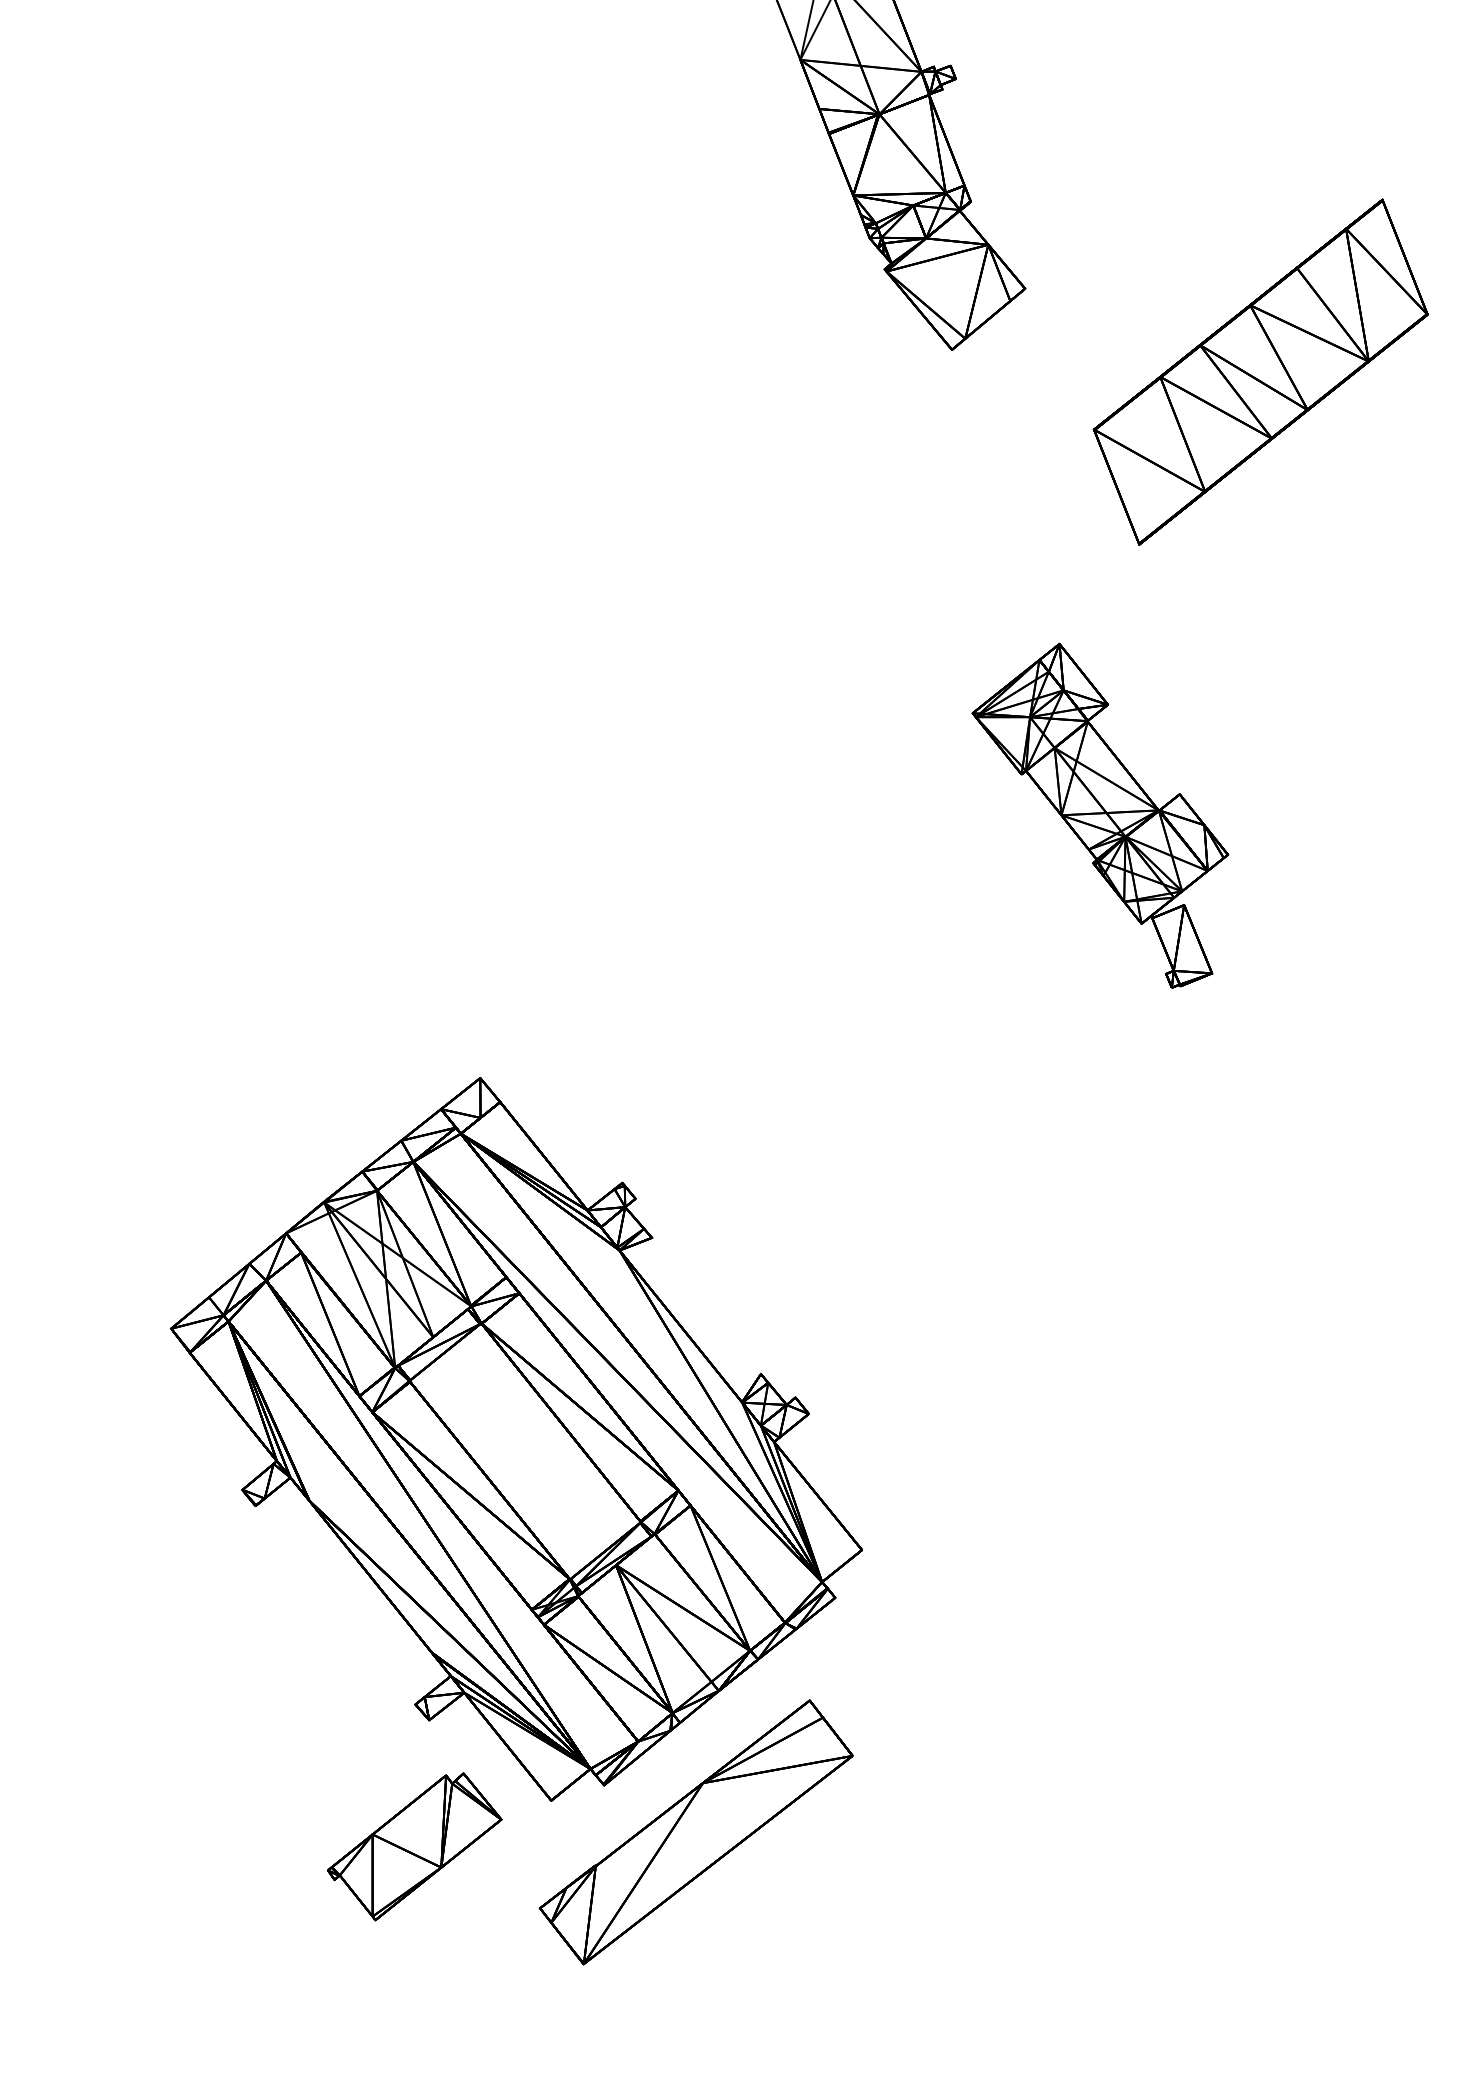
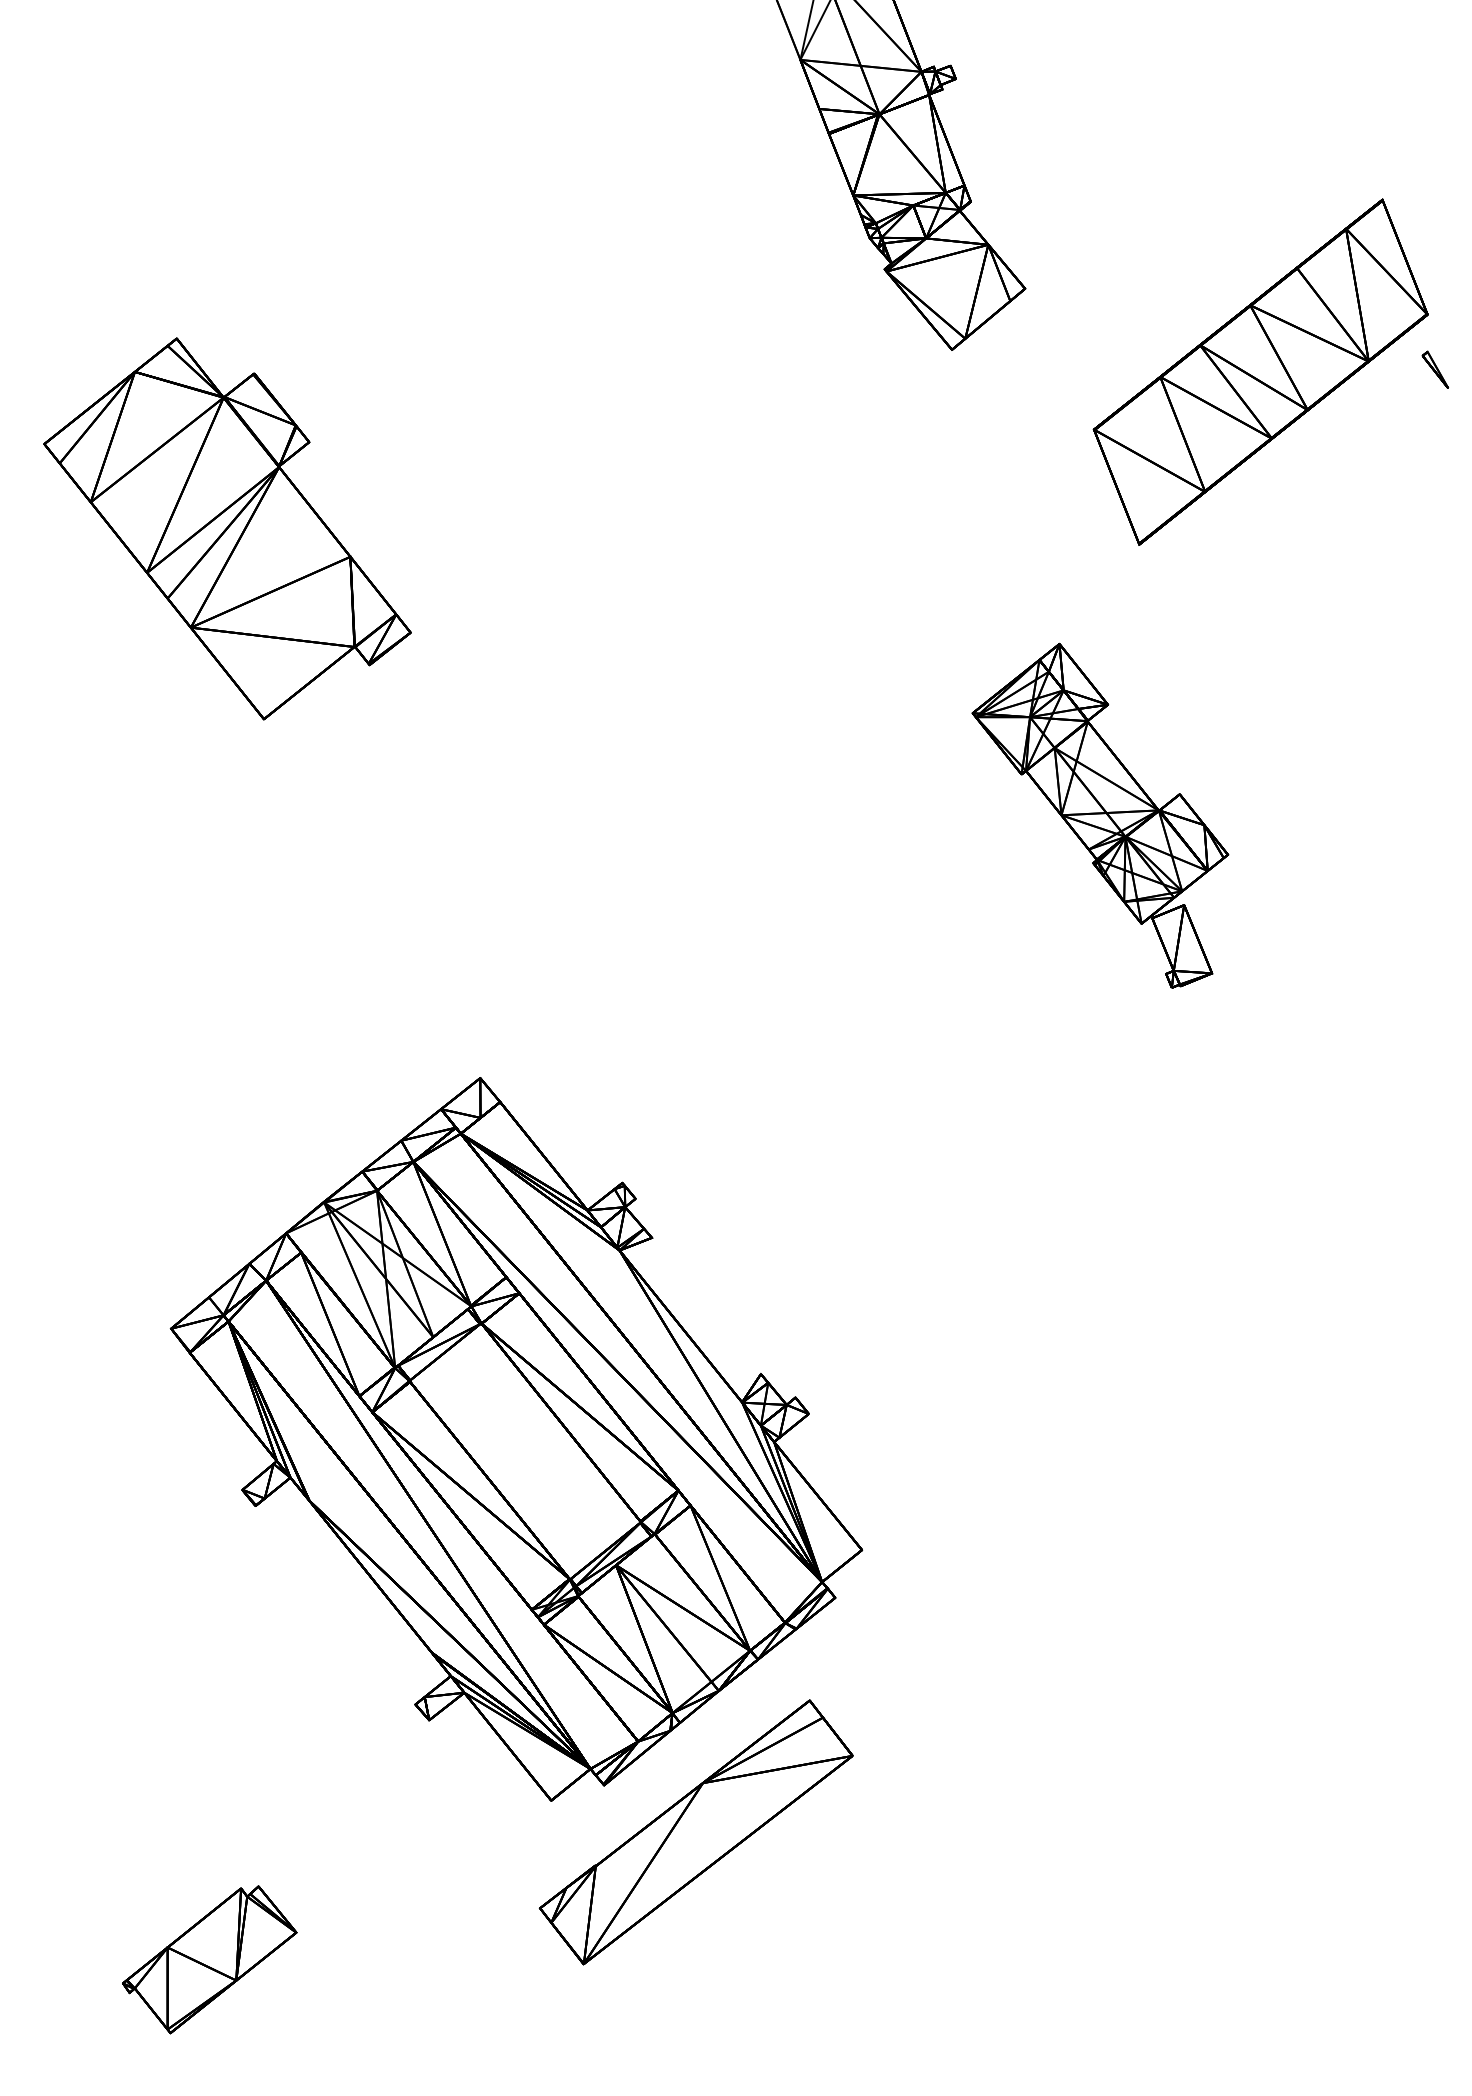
part at (1434, 369): none -> present
part at (227, 528): none -> present
part at (414, 1846) position: (414, 1846) -> (209, 1959)
